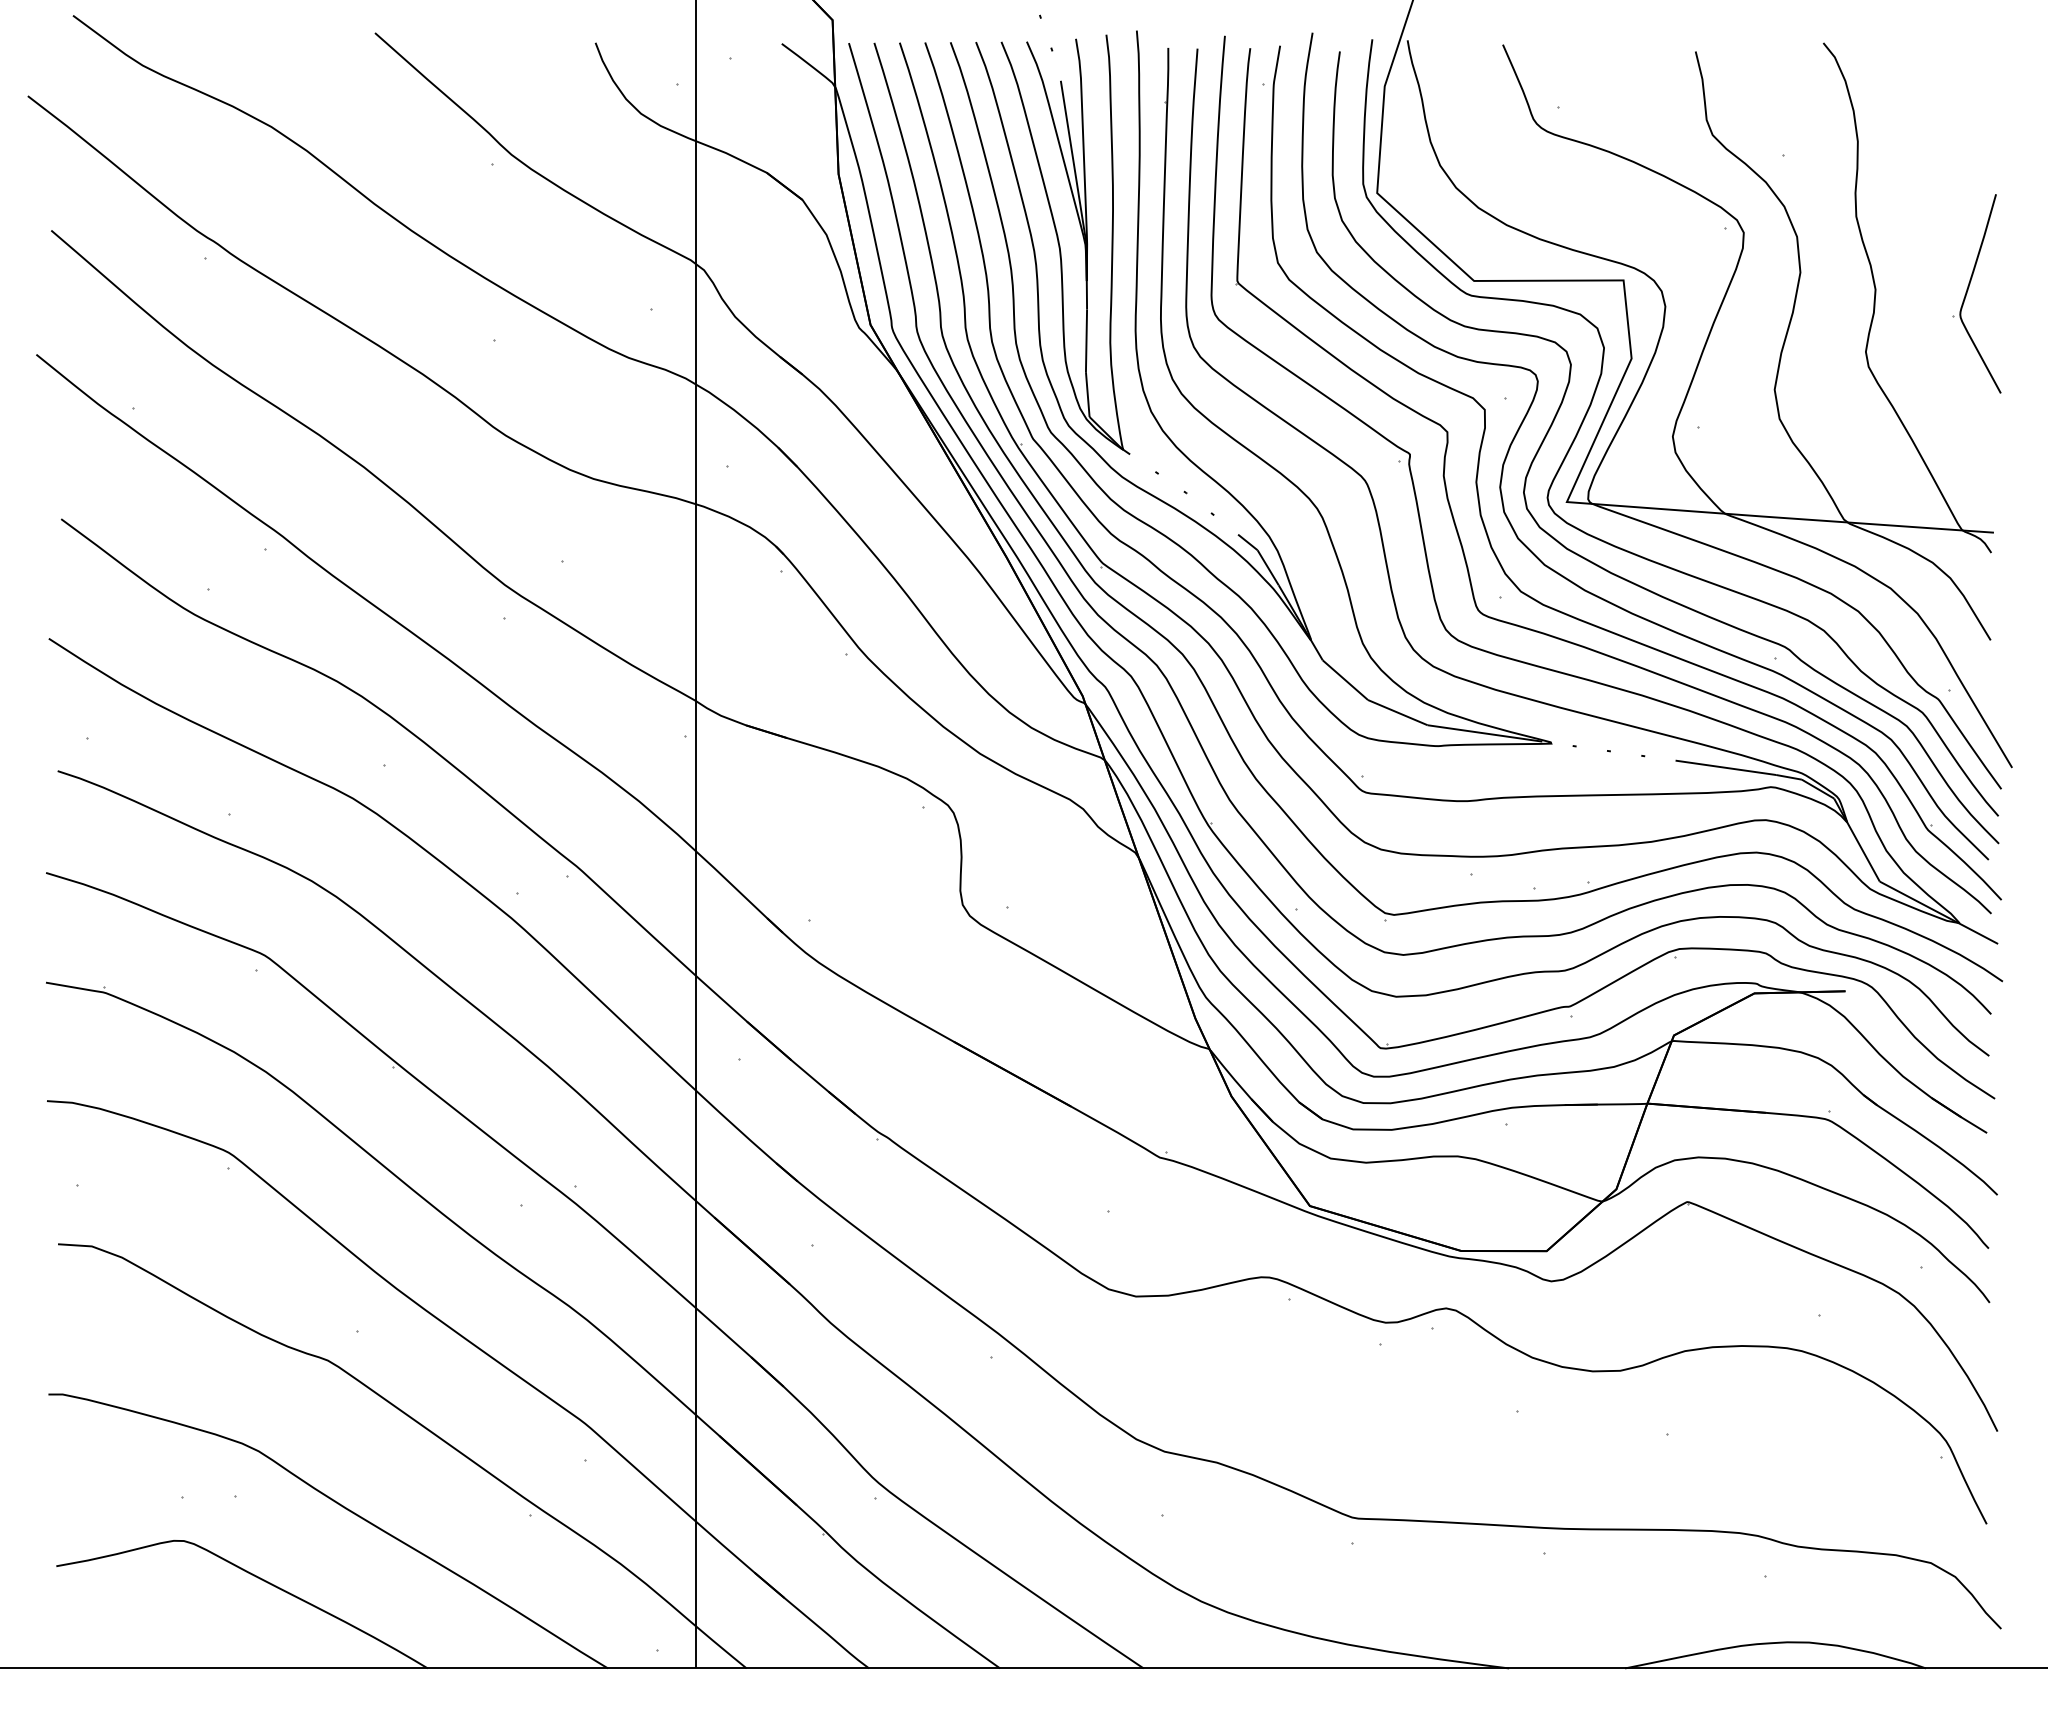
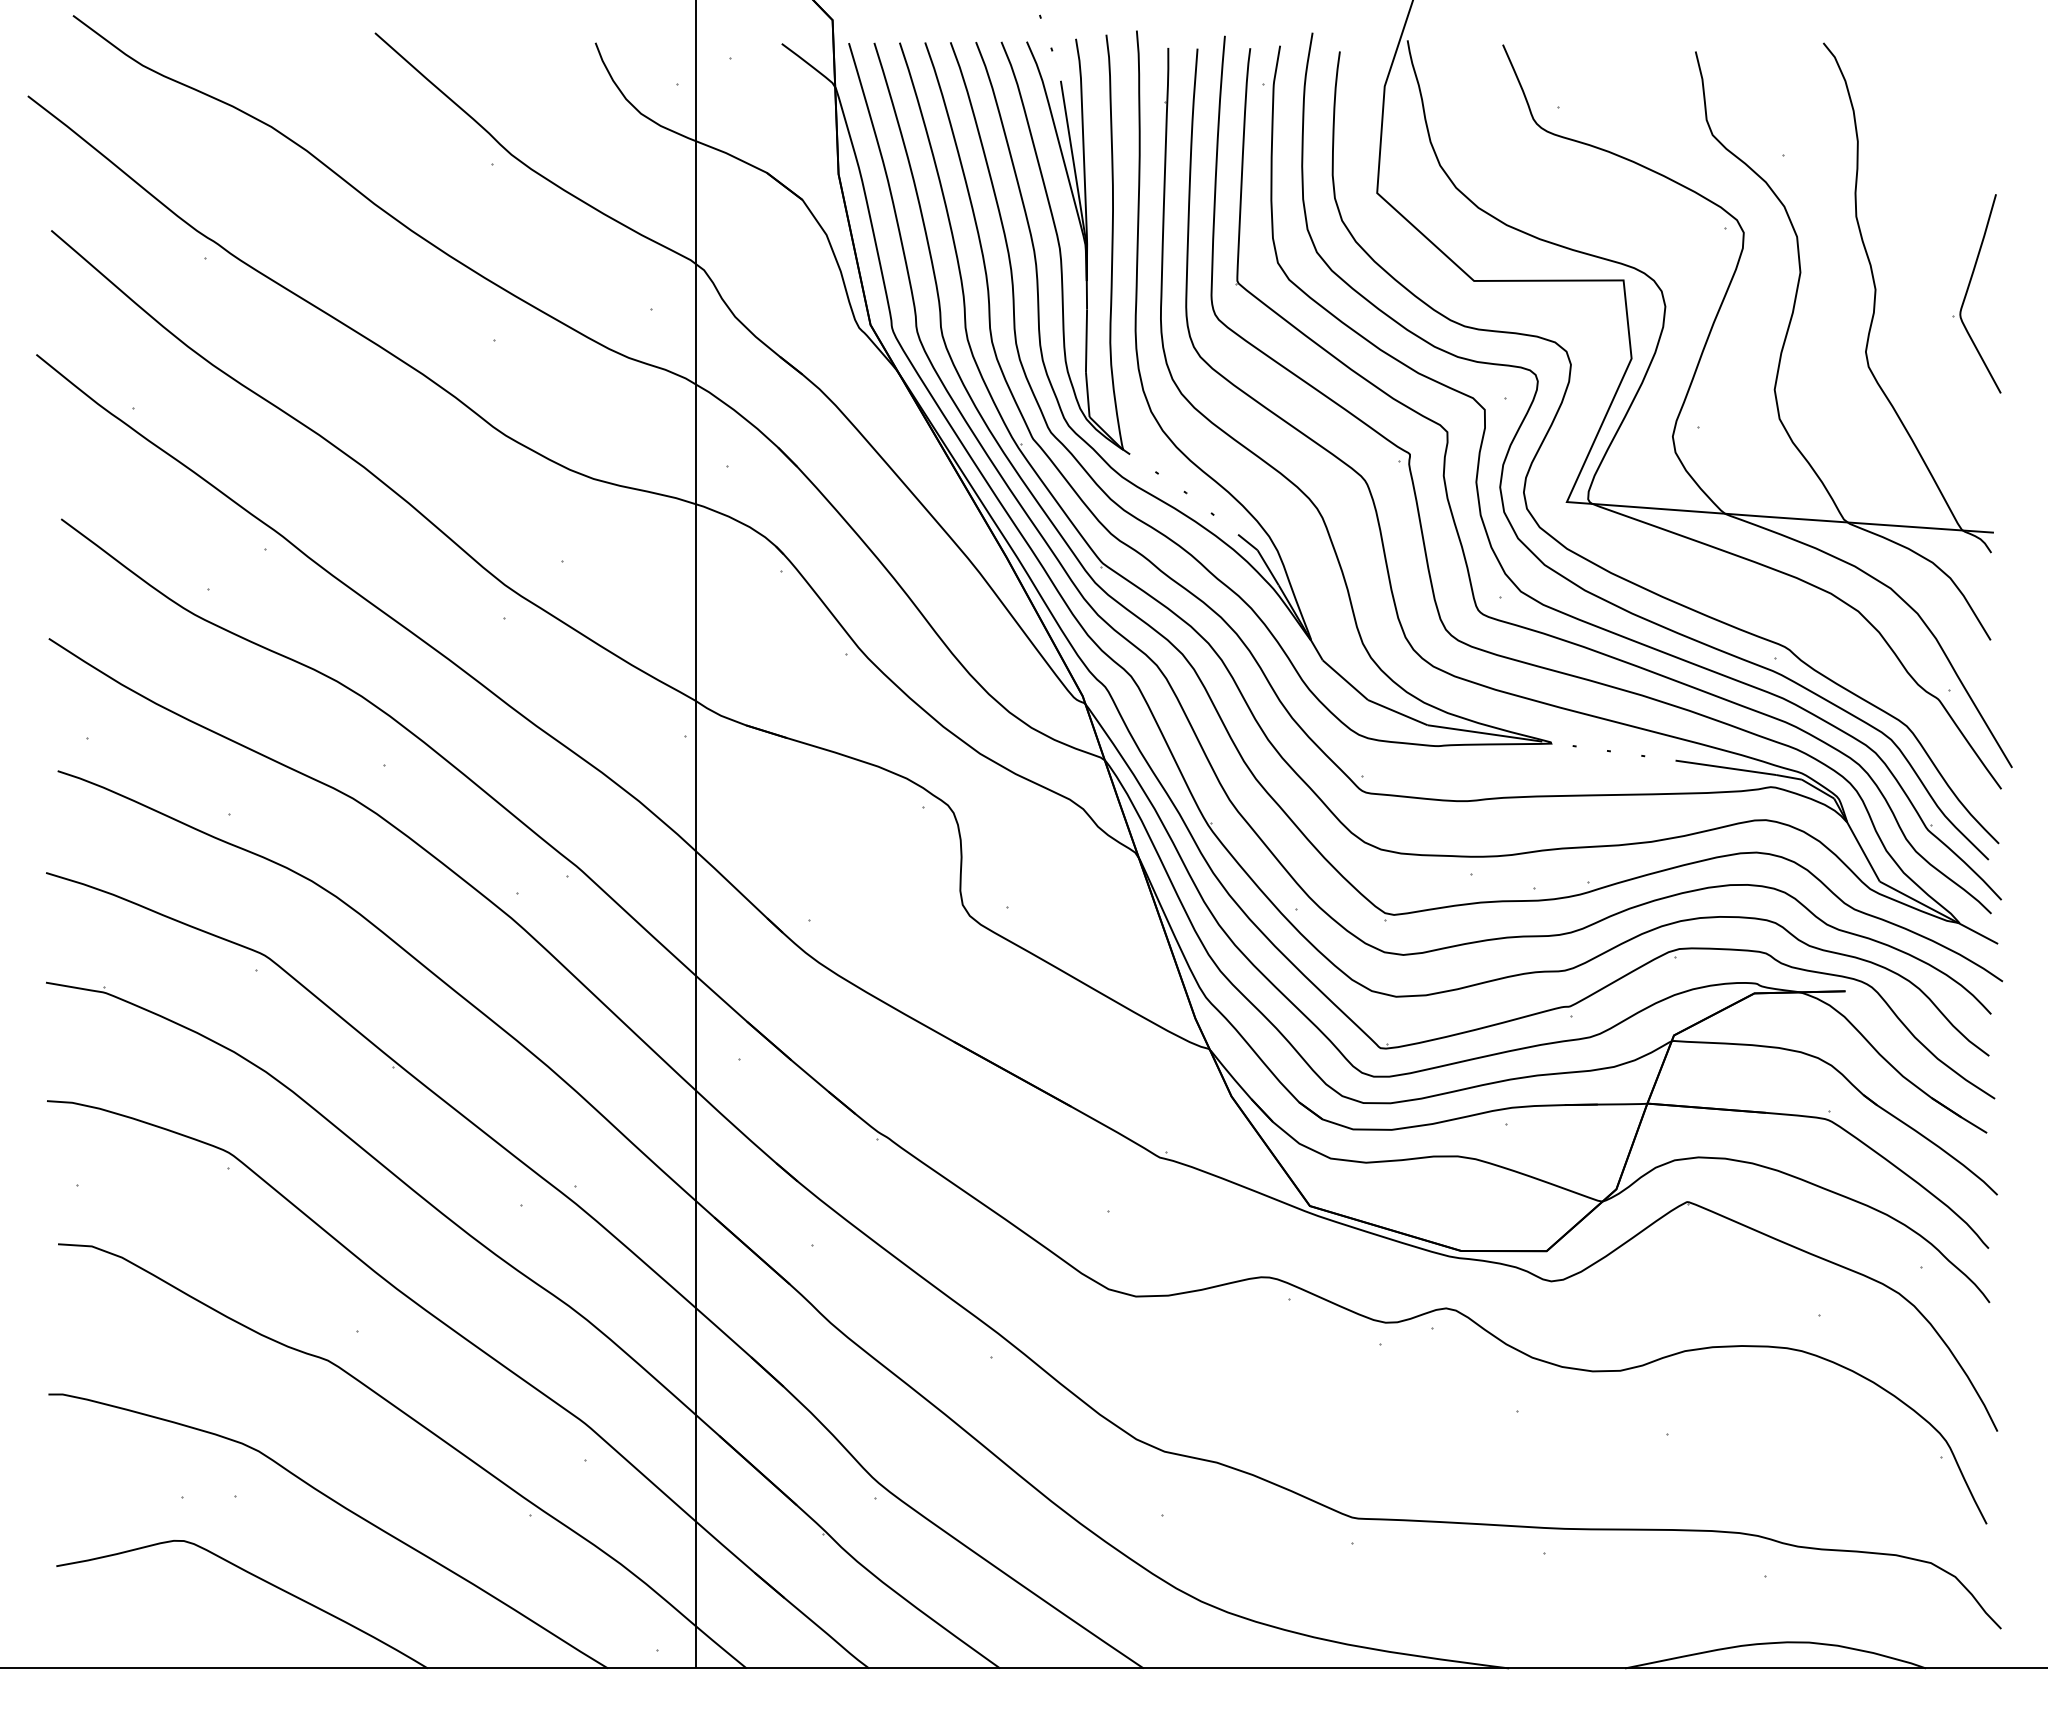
curve at (1596, 391): present -> none
